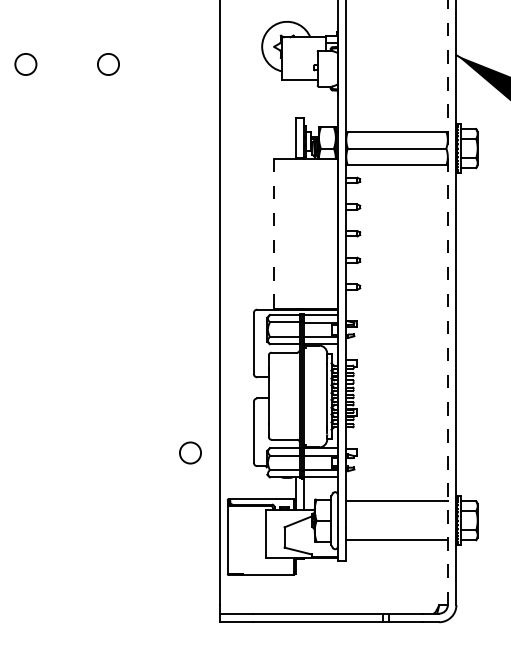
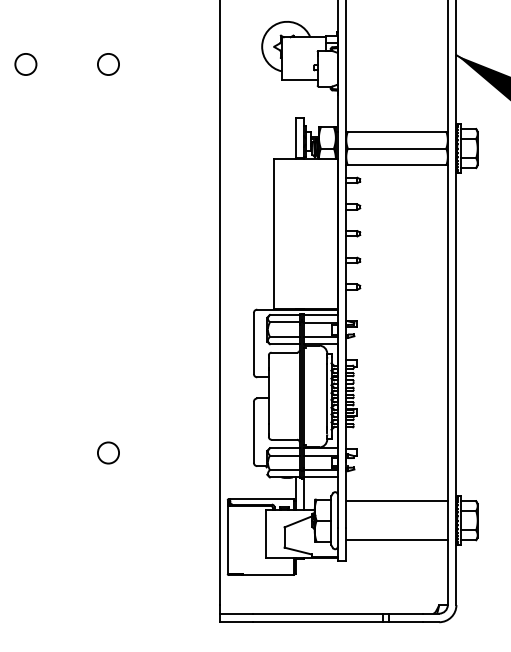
line at (273, 234): dashed -> solid
line at (447, 302): dashed -> solid
circle at (190, 452) position: (190, 452) -> (108, 452)
